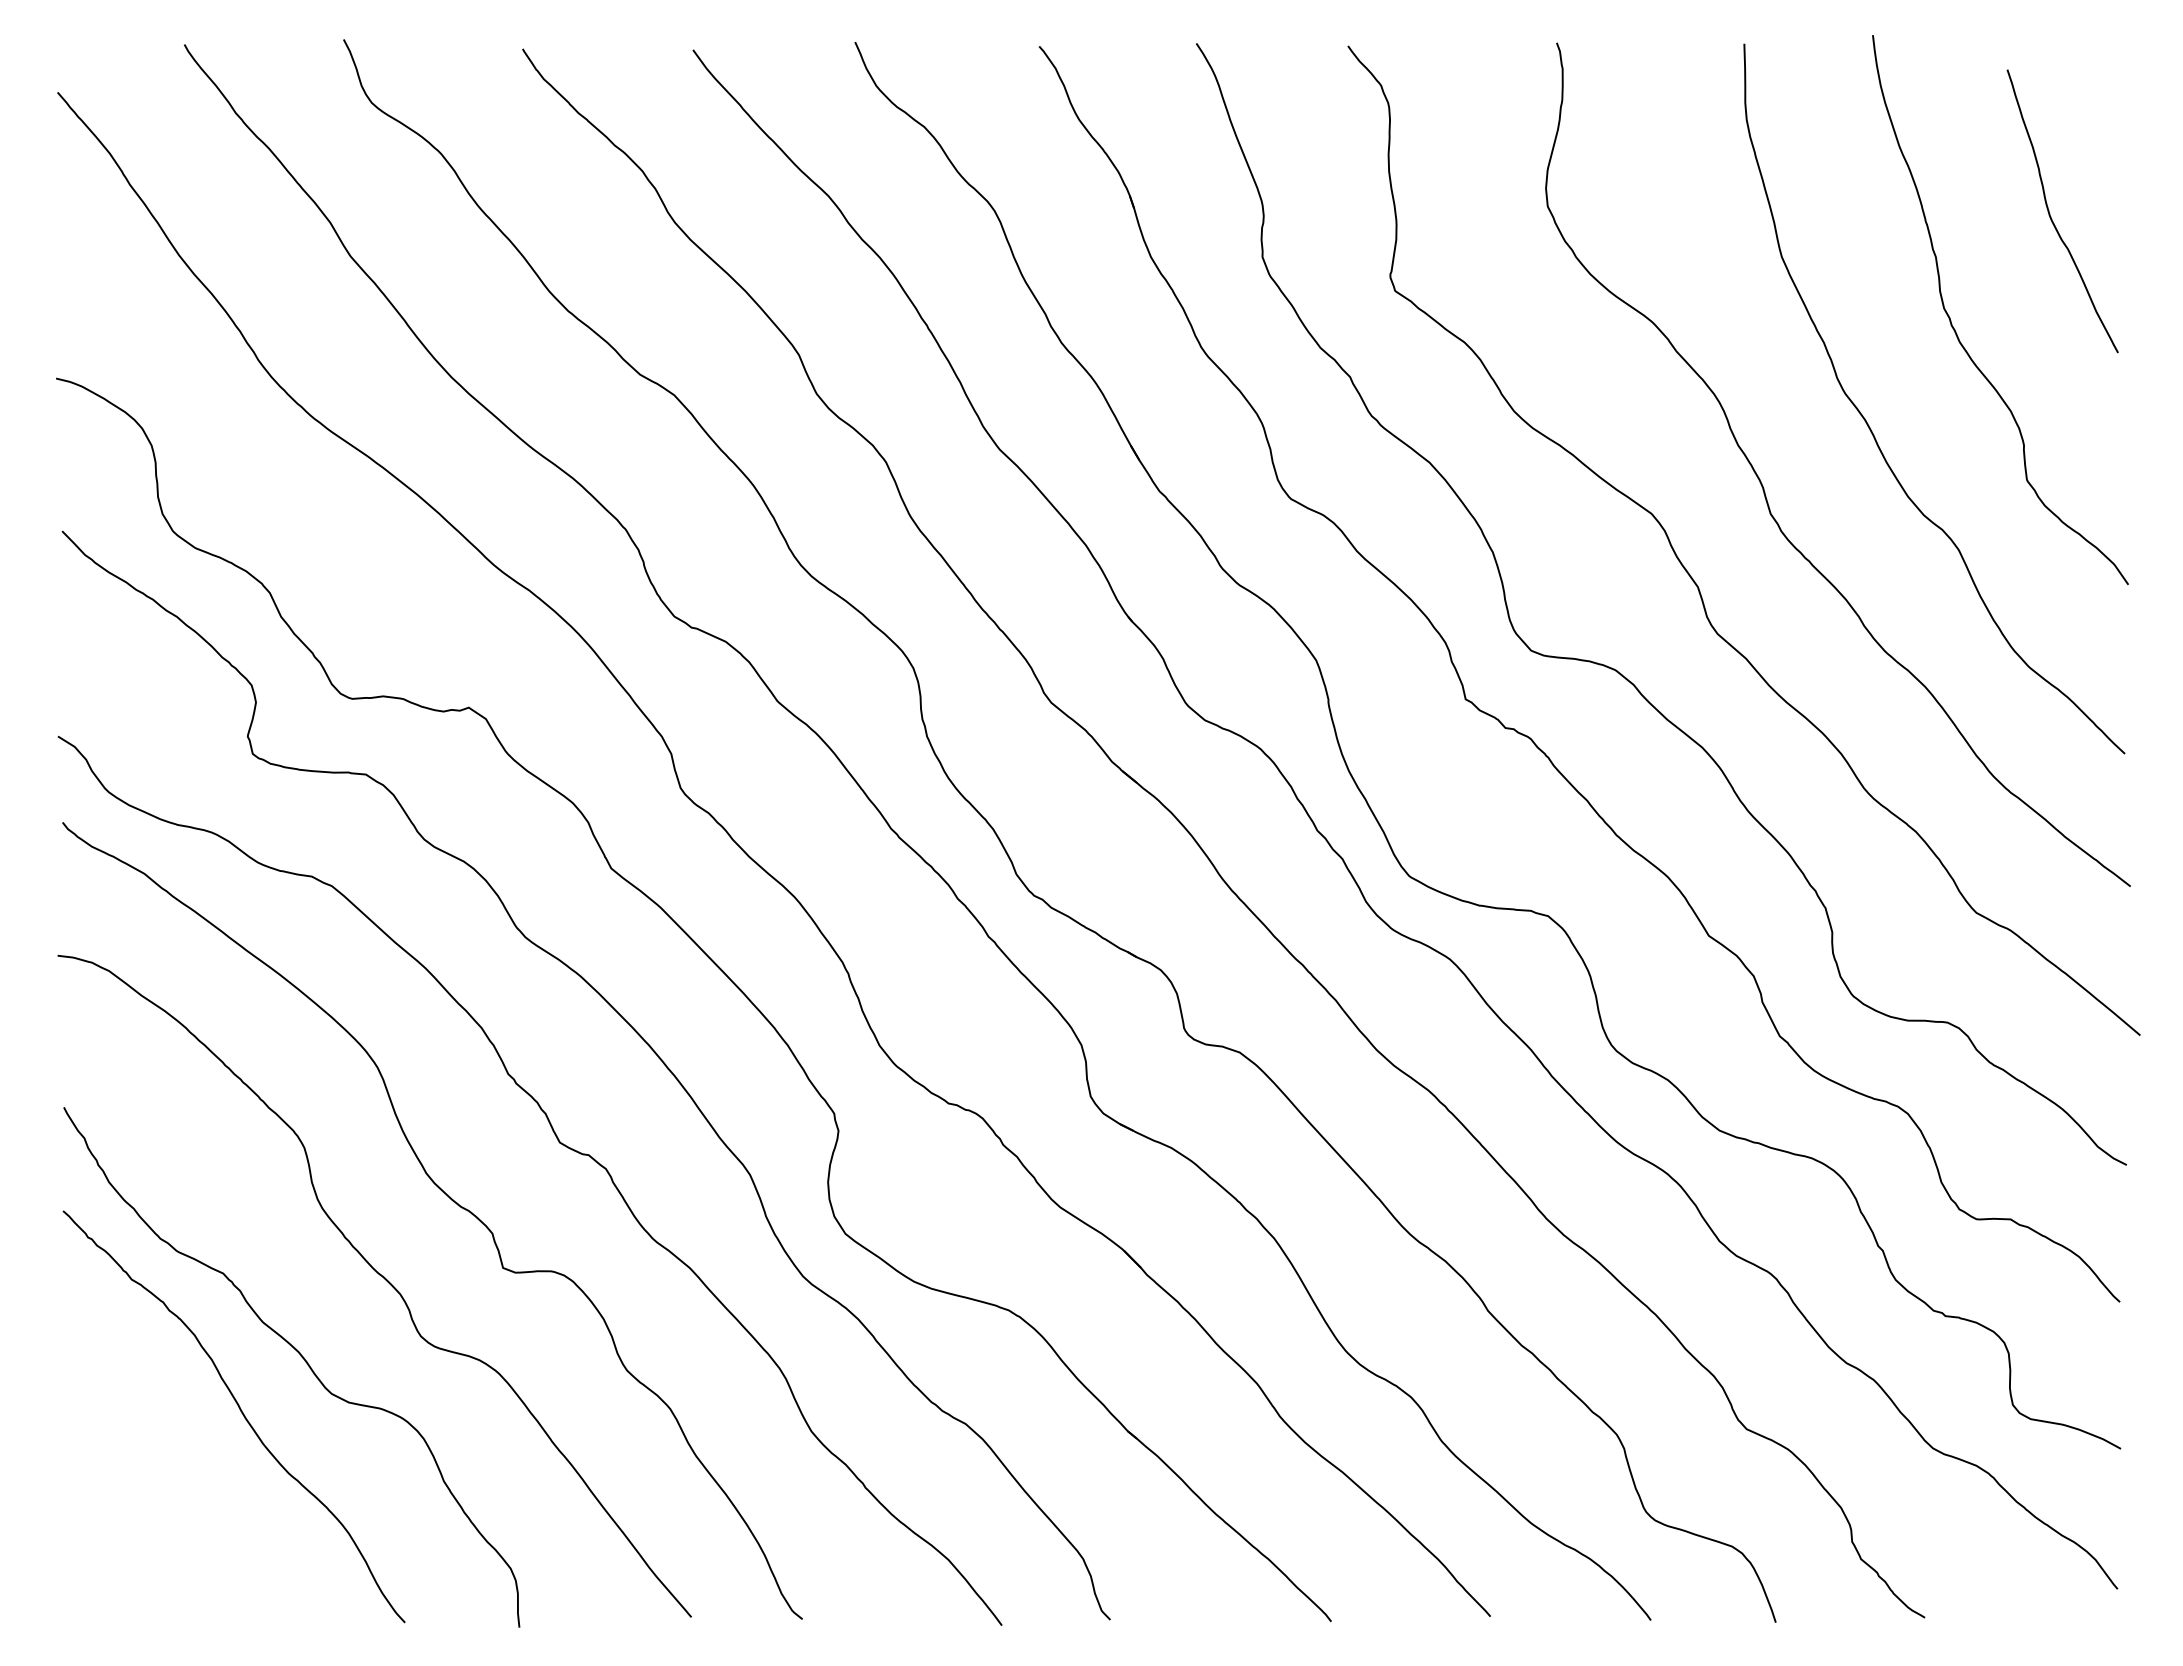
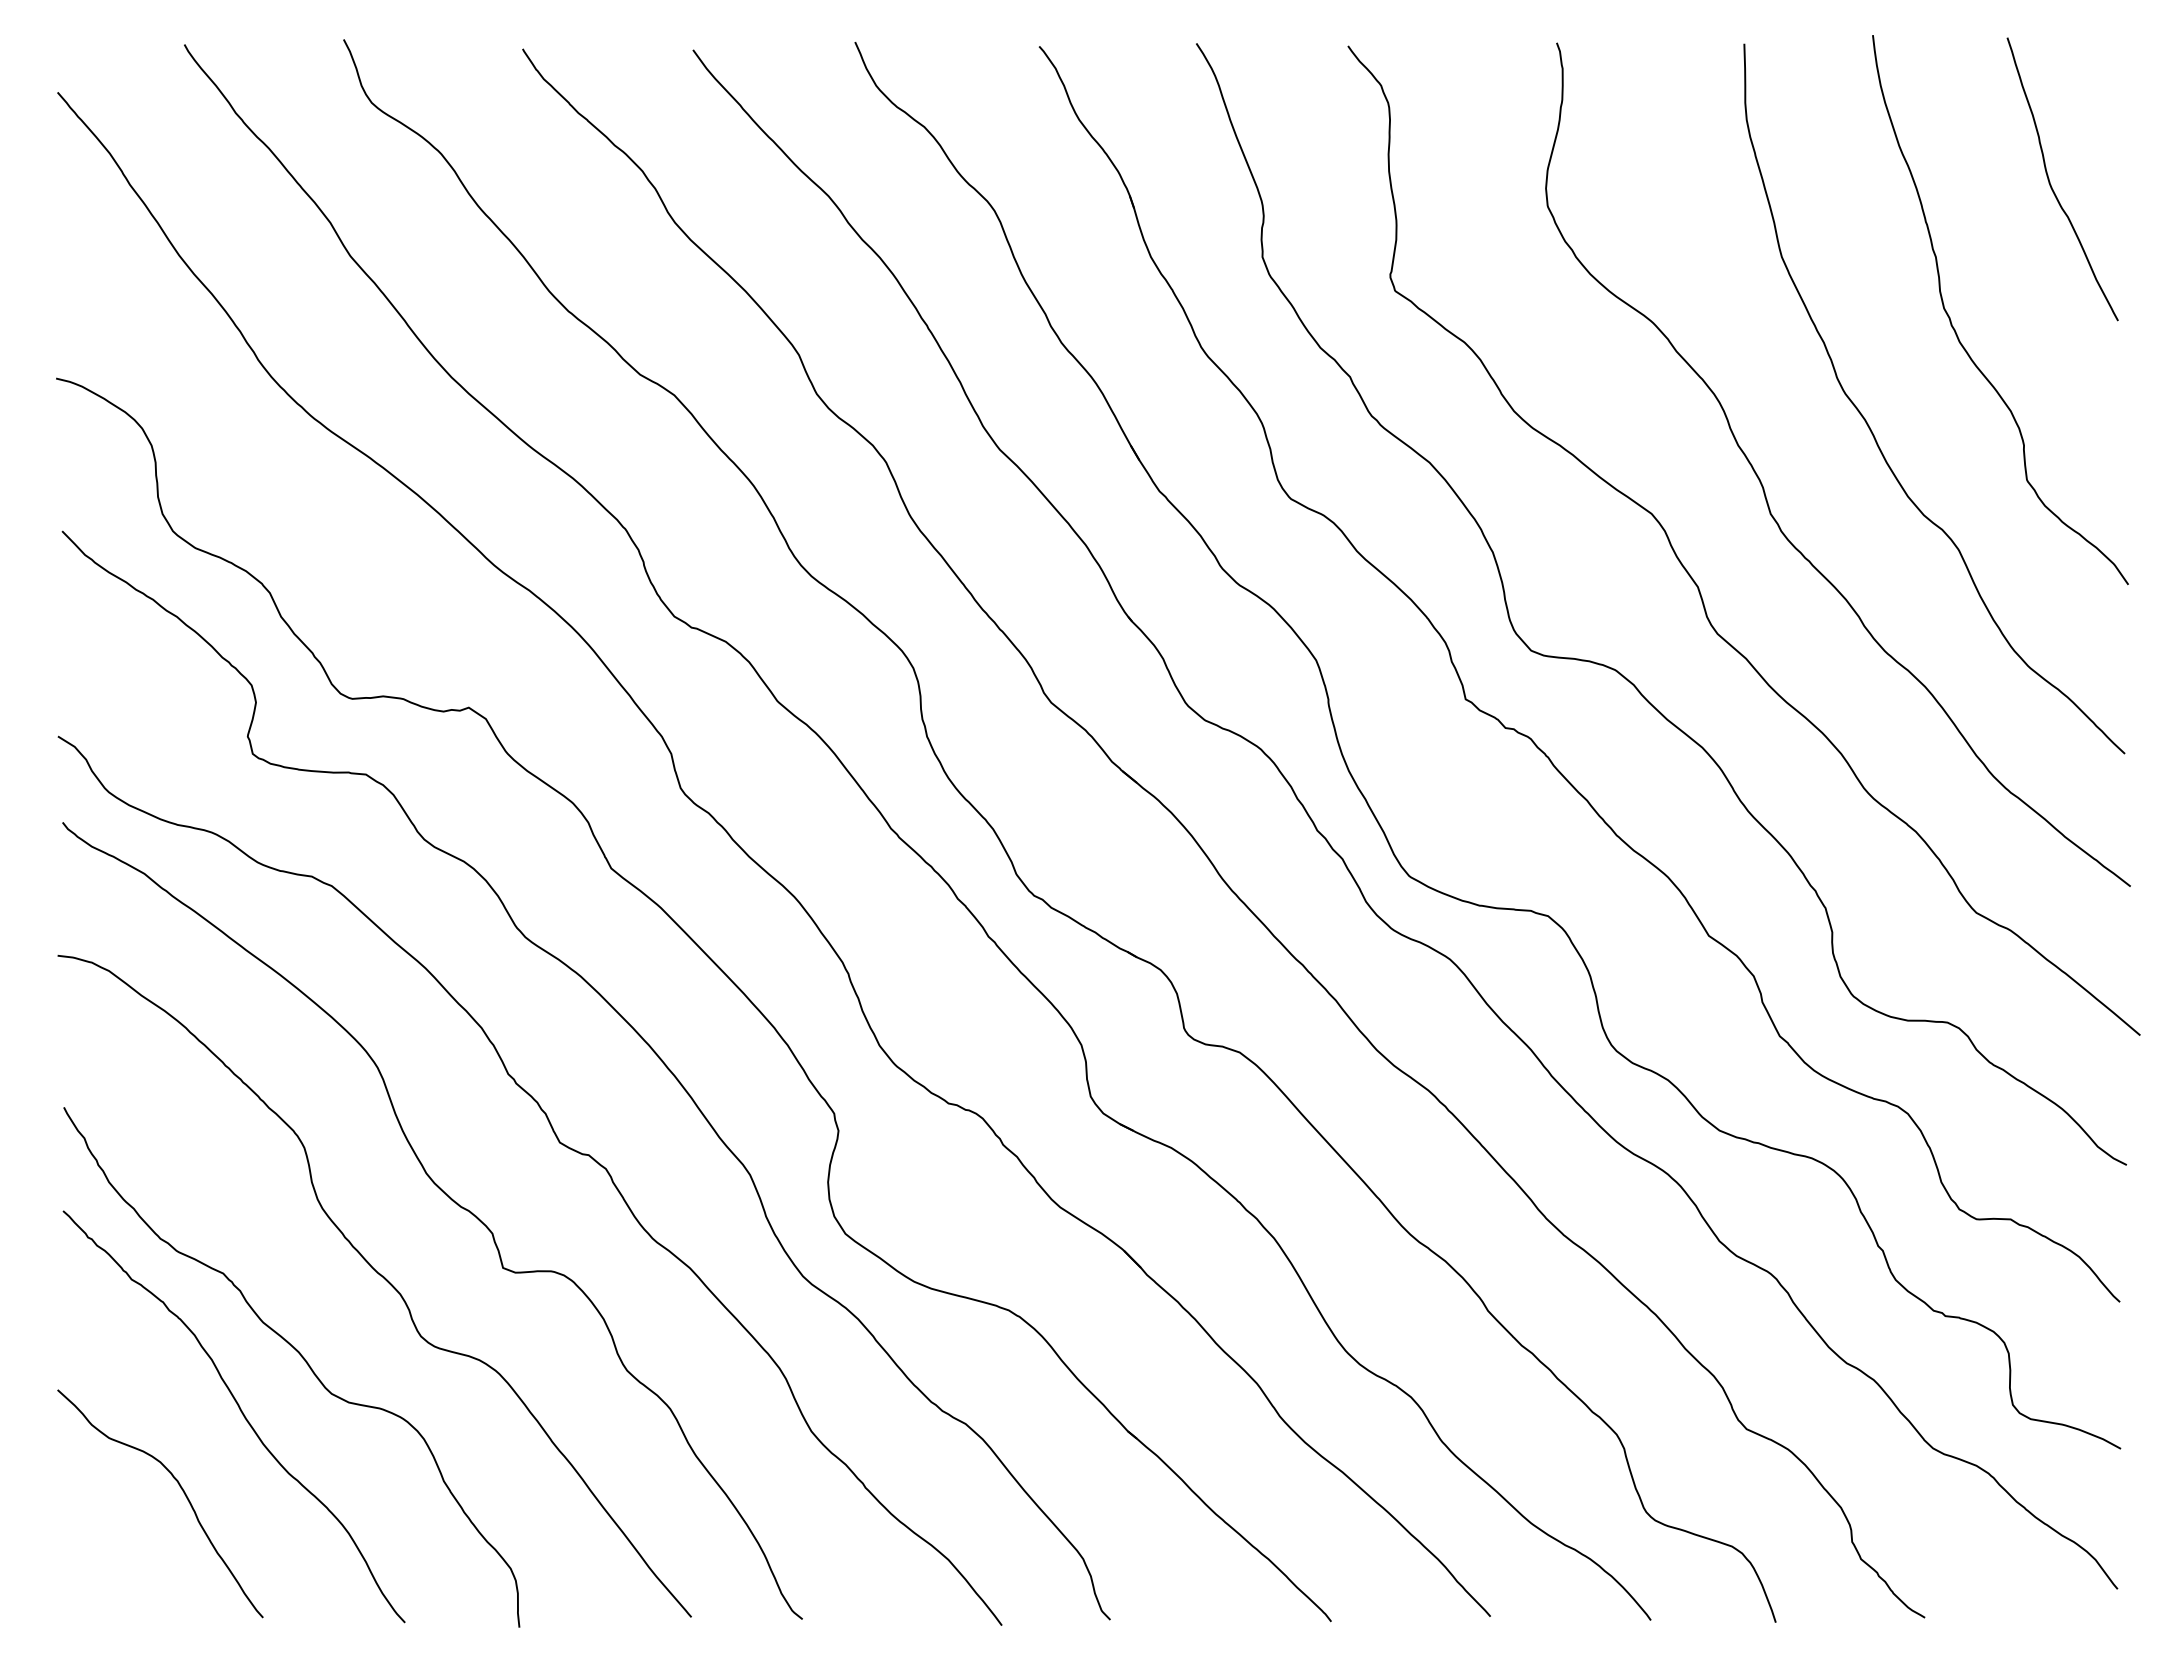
curve at (2051, 216) position: (2051, 216) -> (2051, 184)
curve at (180, 1488): none -> present
